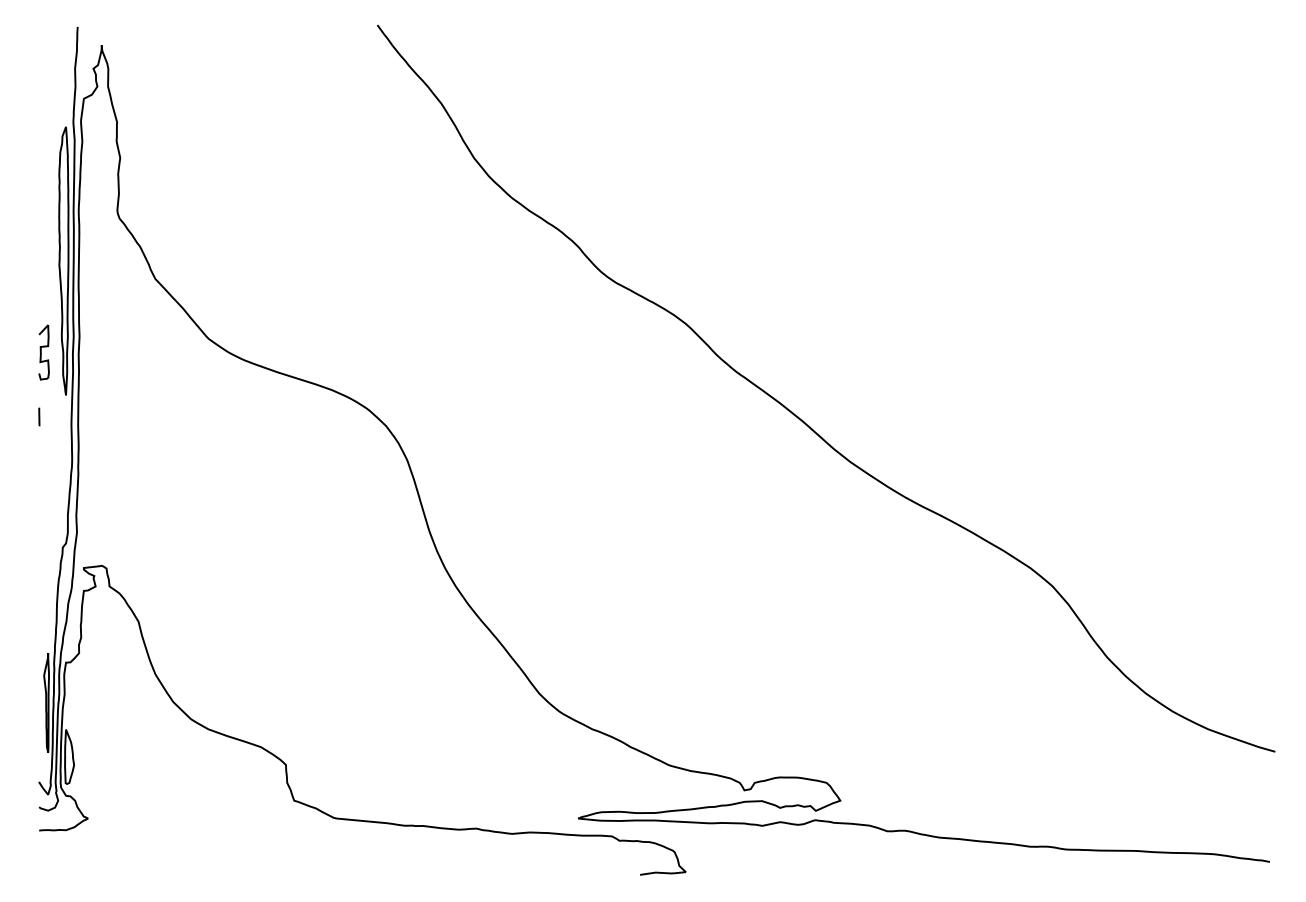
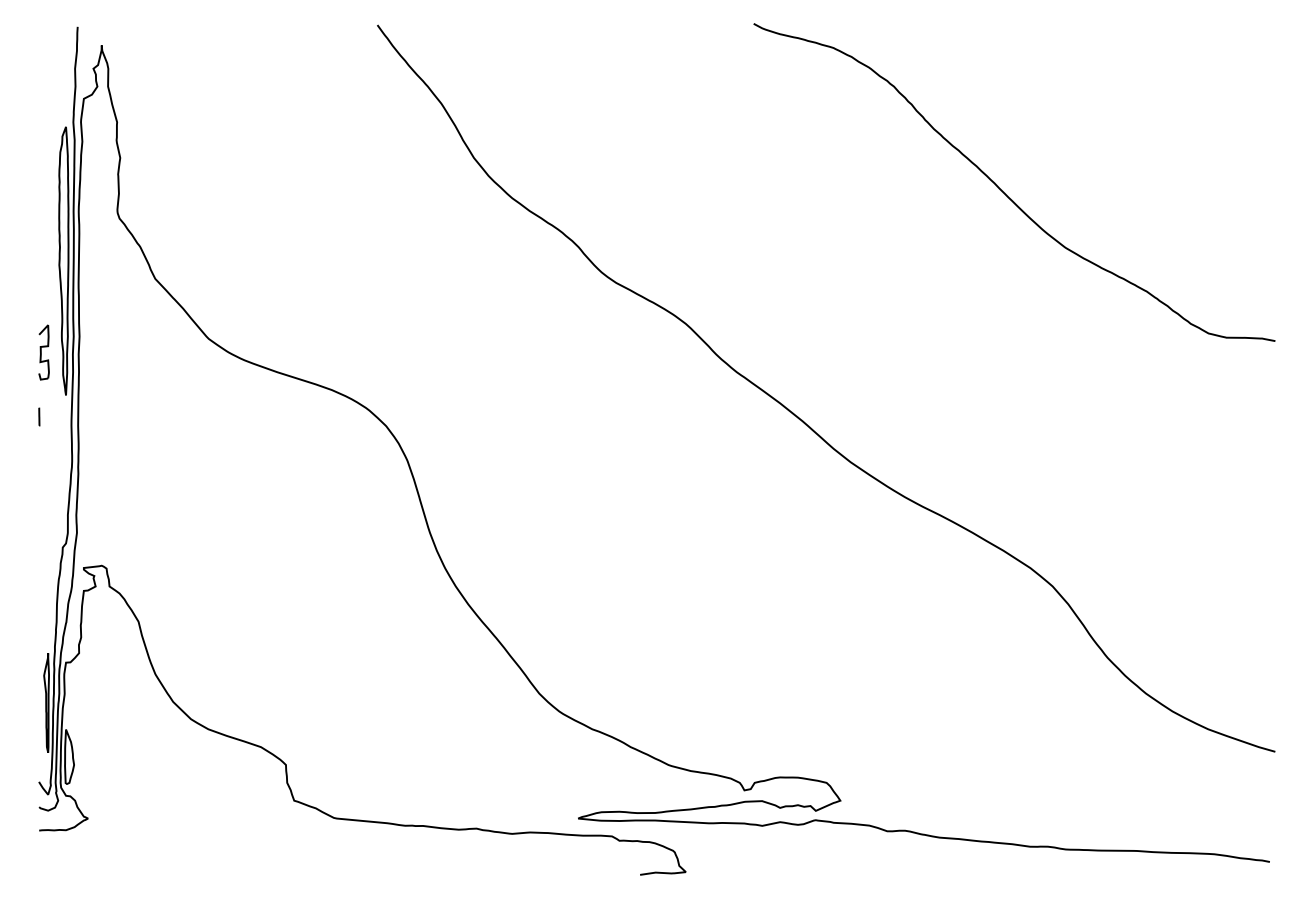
curve at (1004, 192): none -> present
